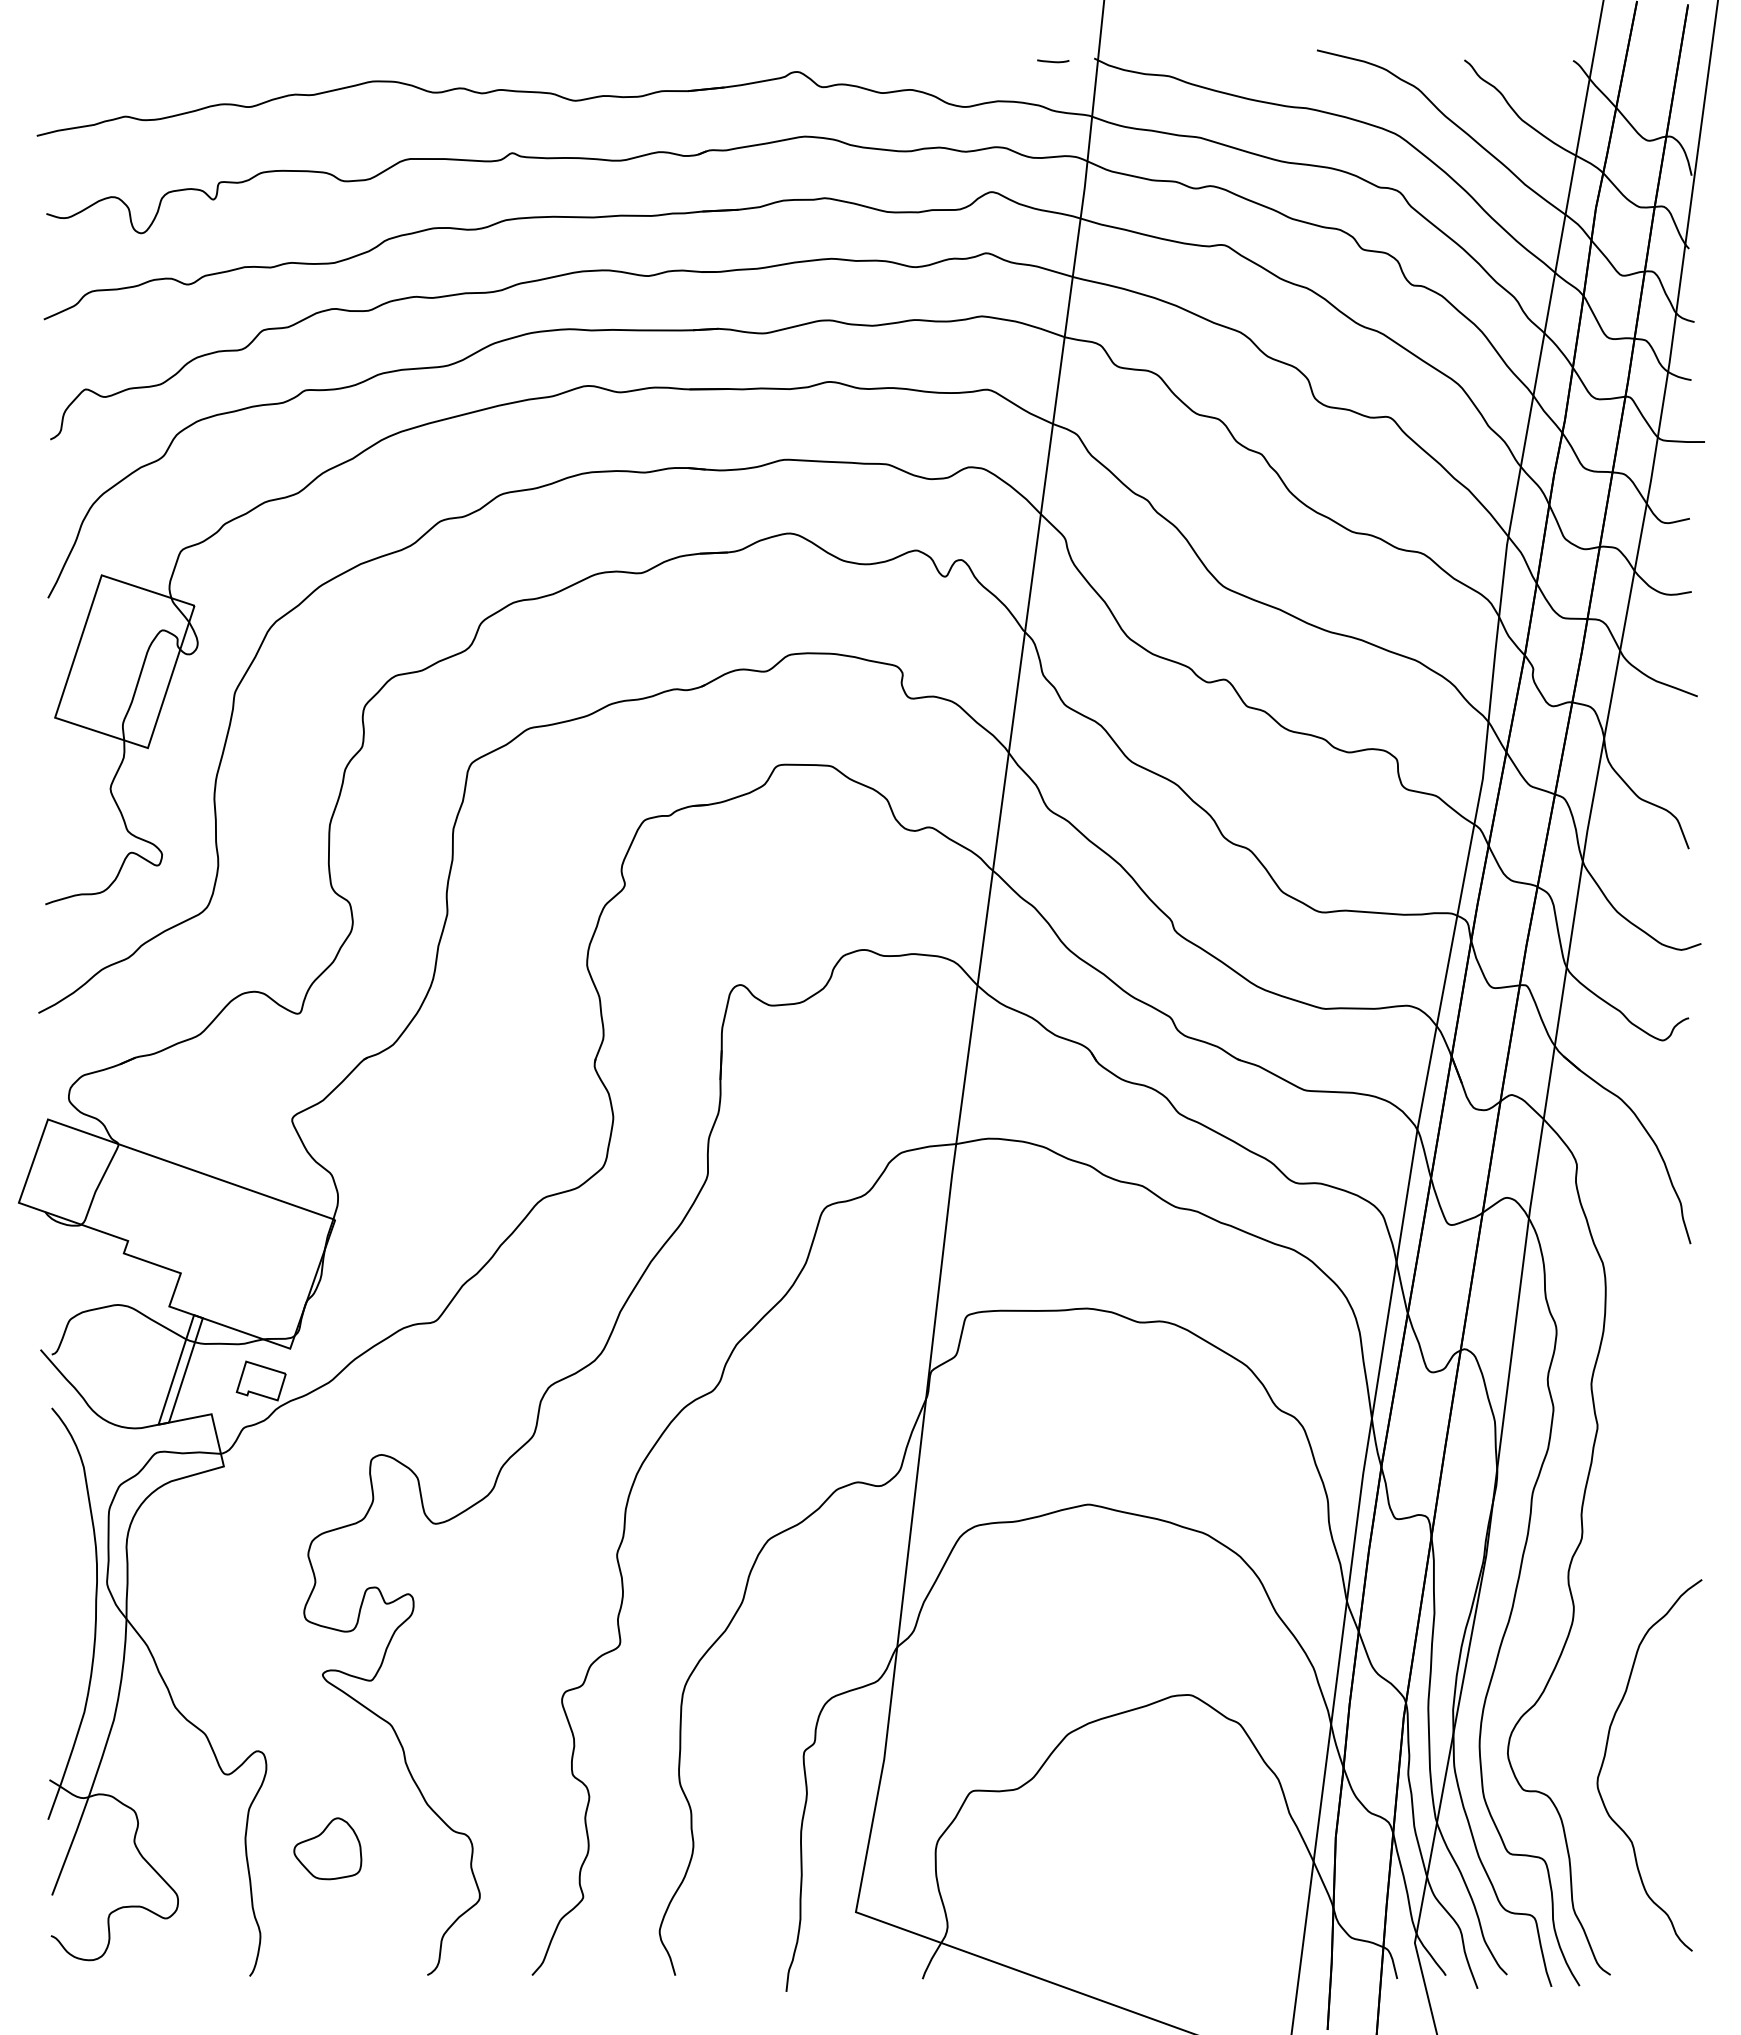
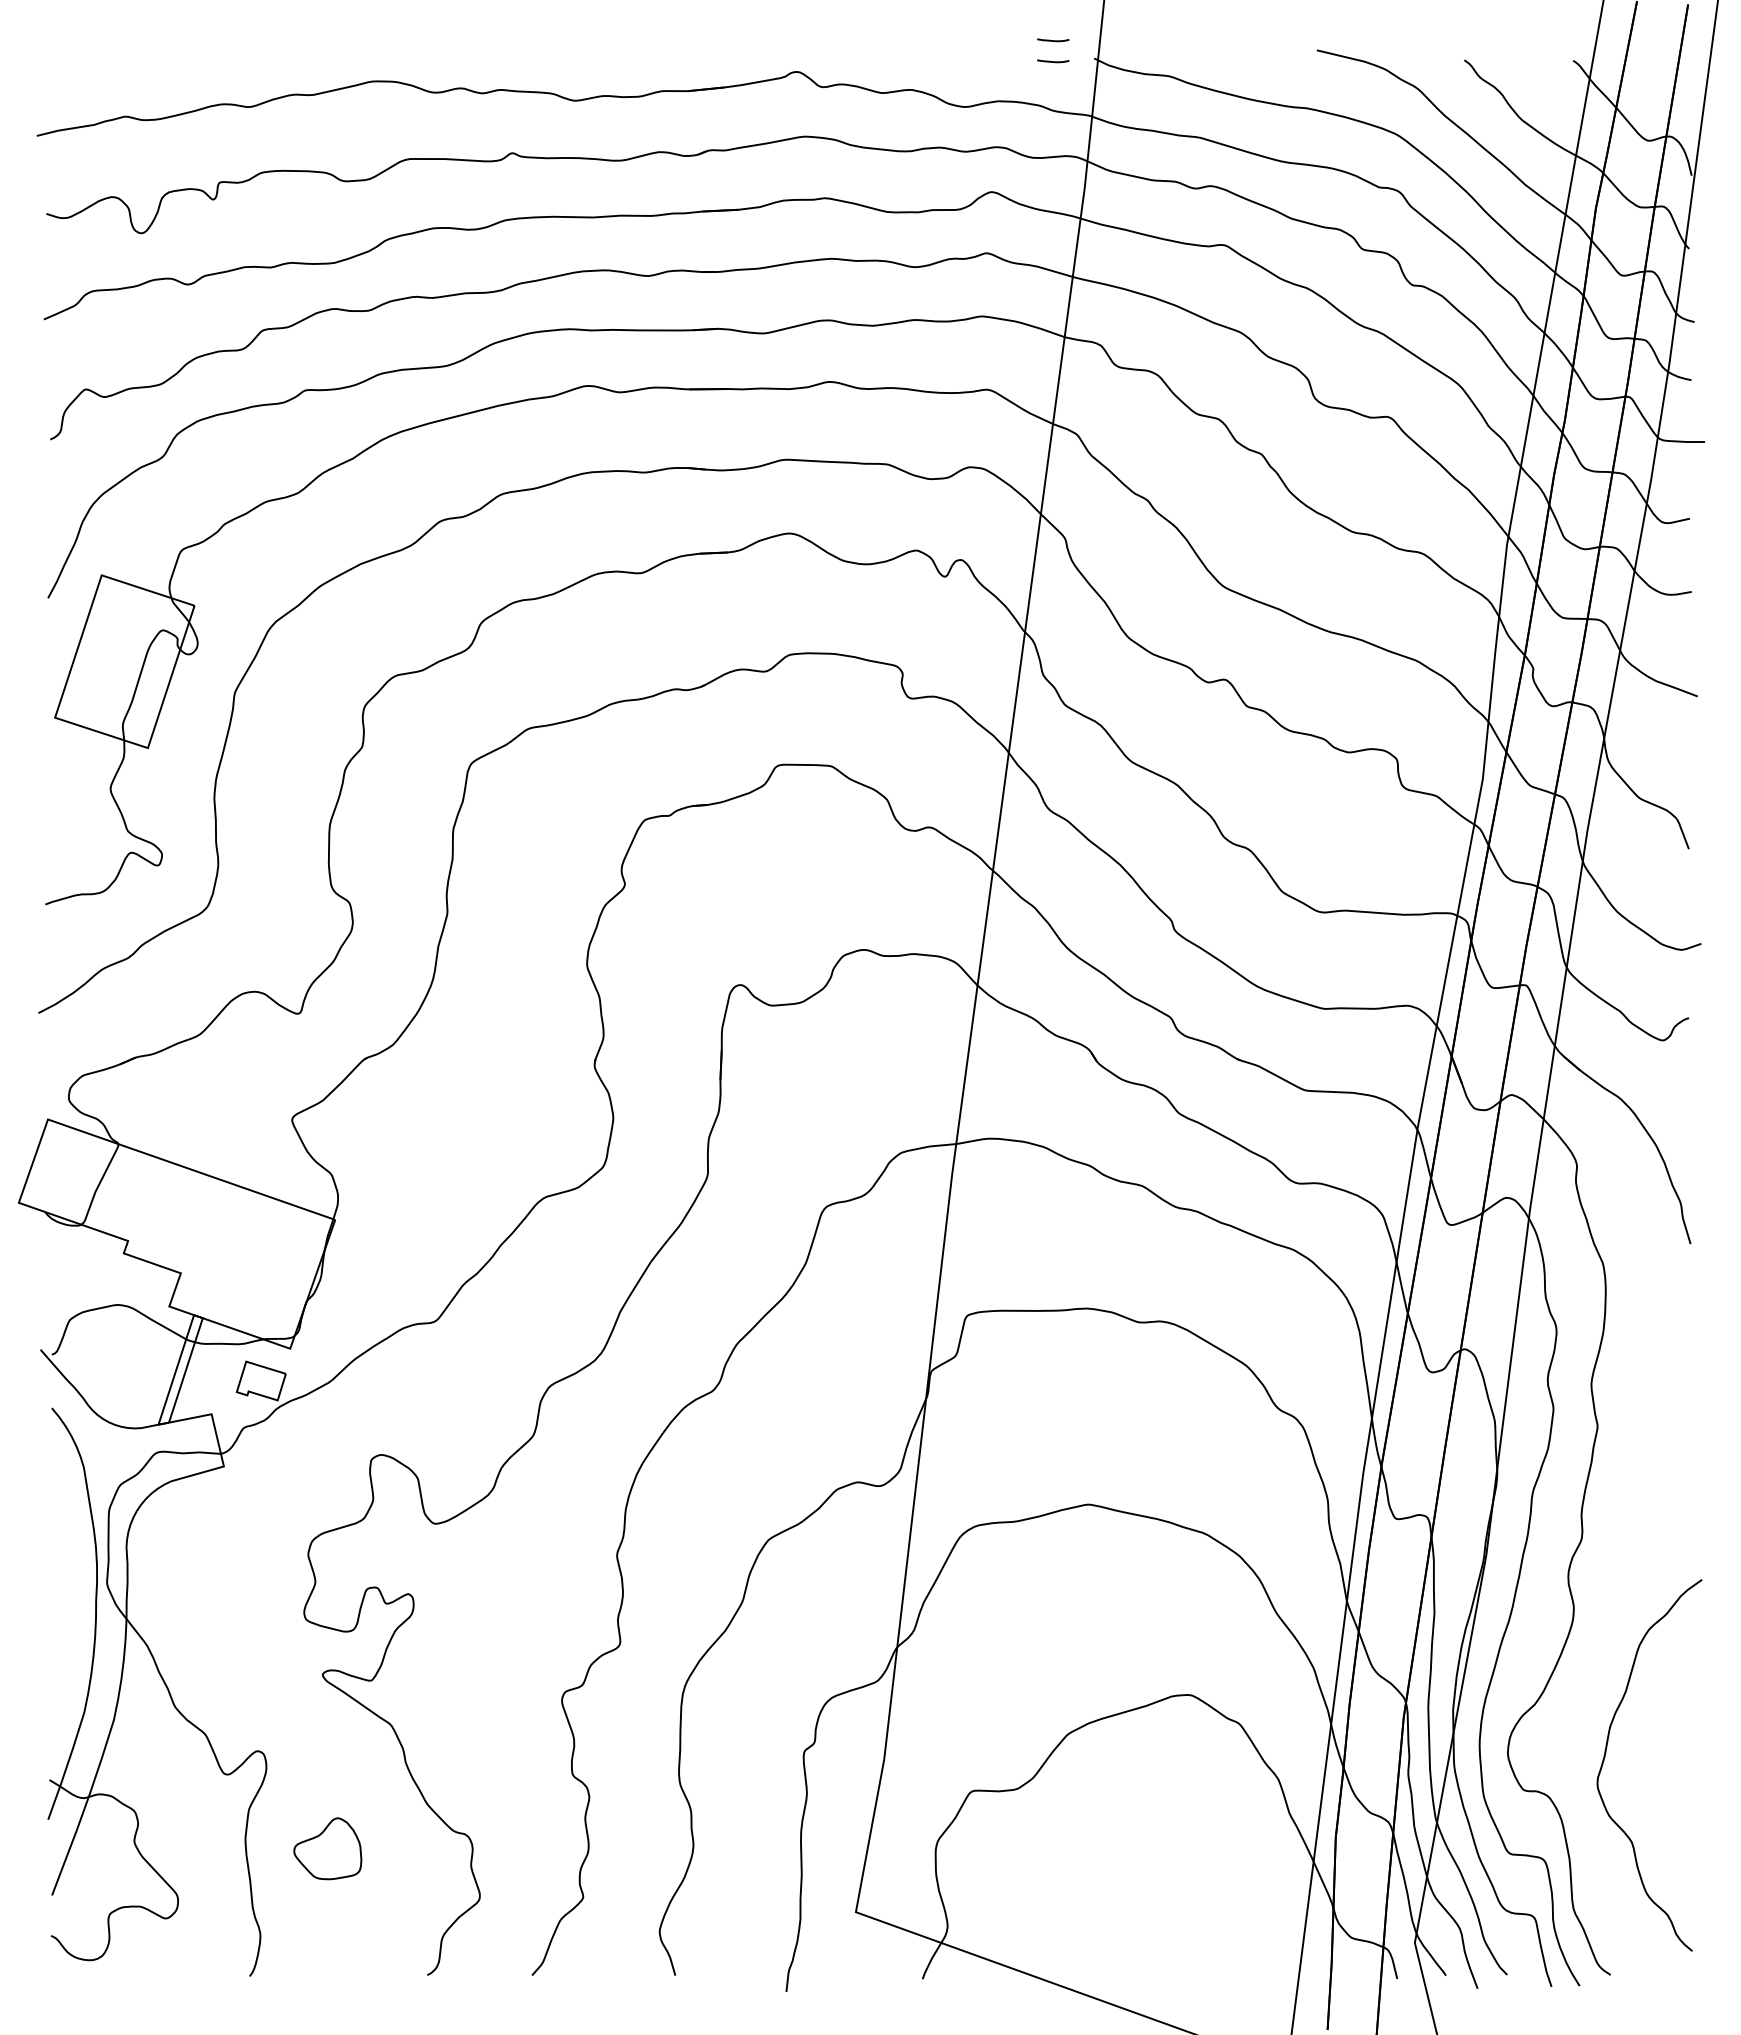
curve at (1053, 40): none -> present
